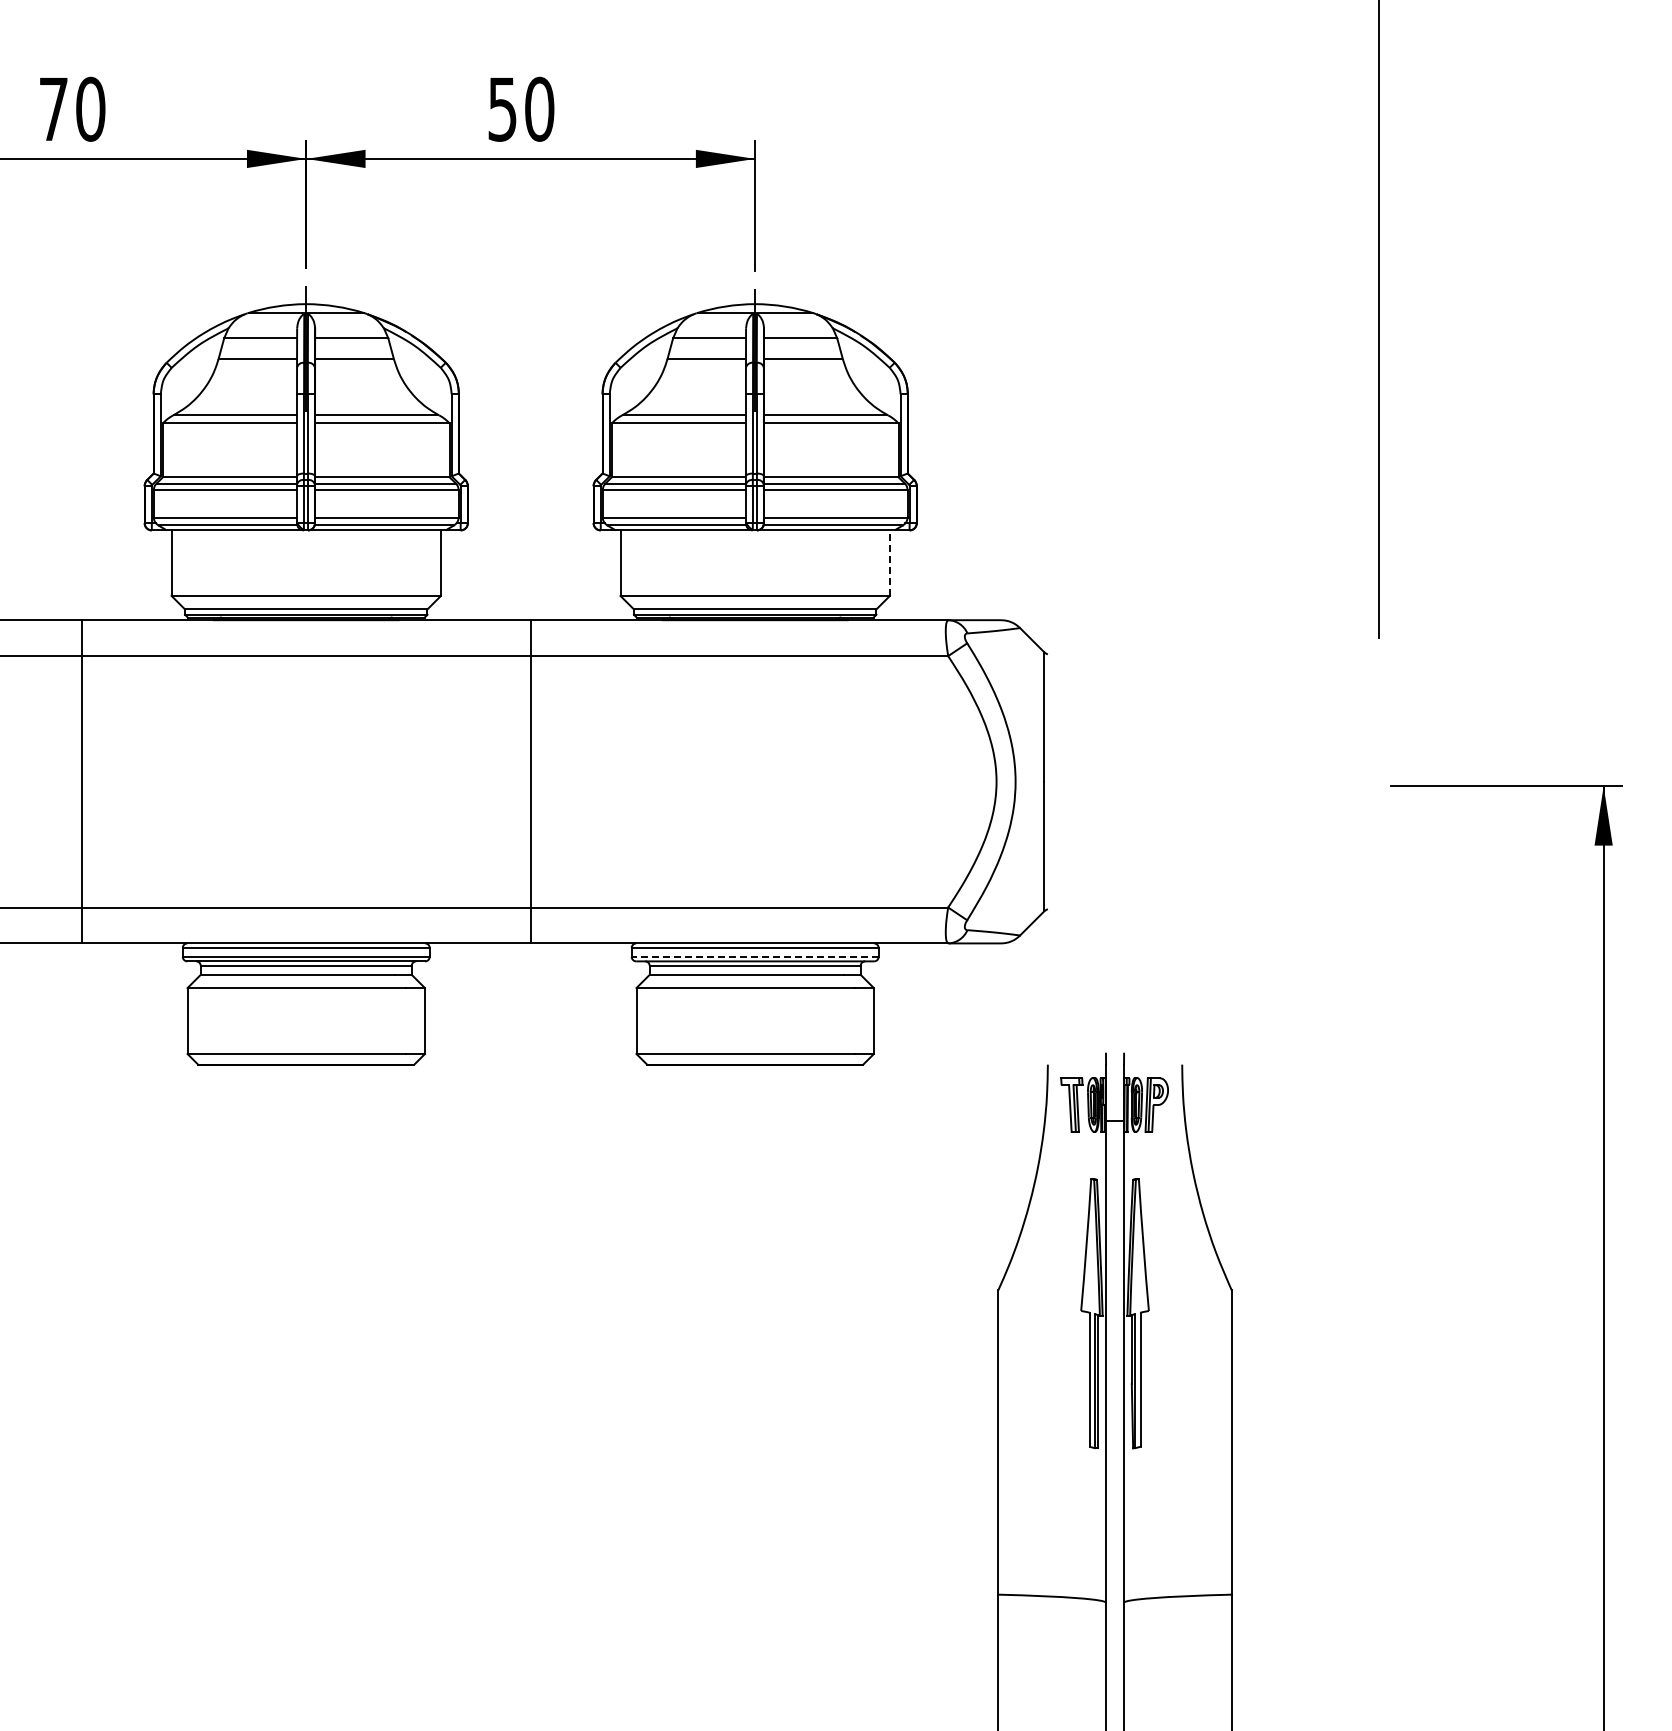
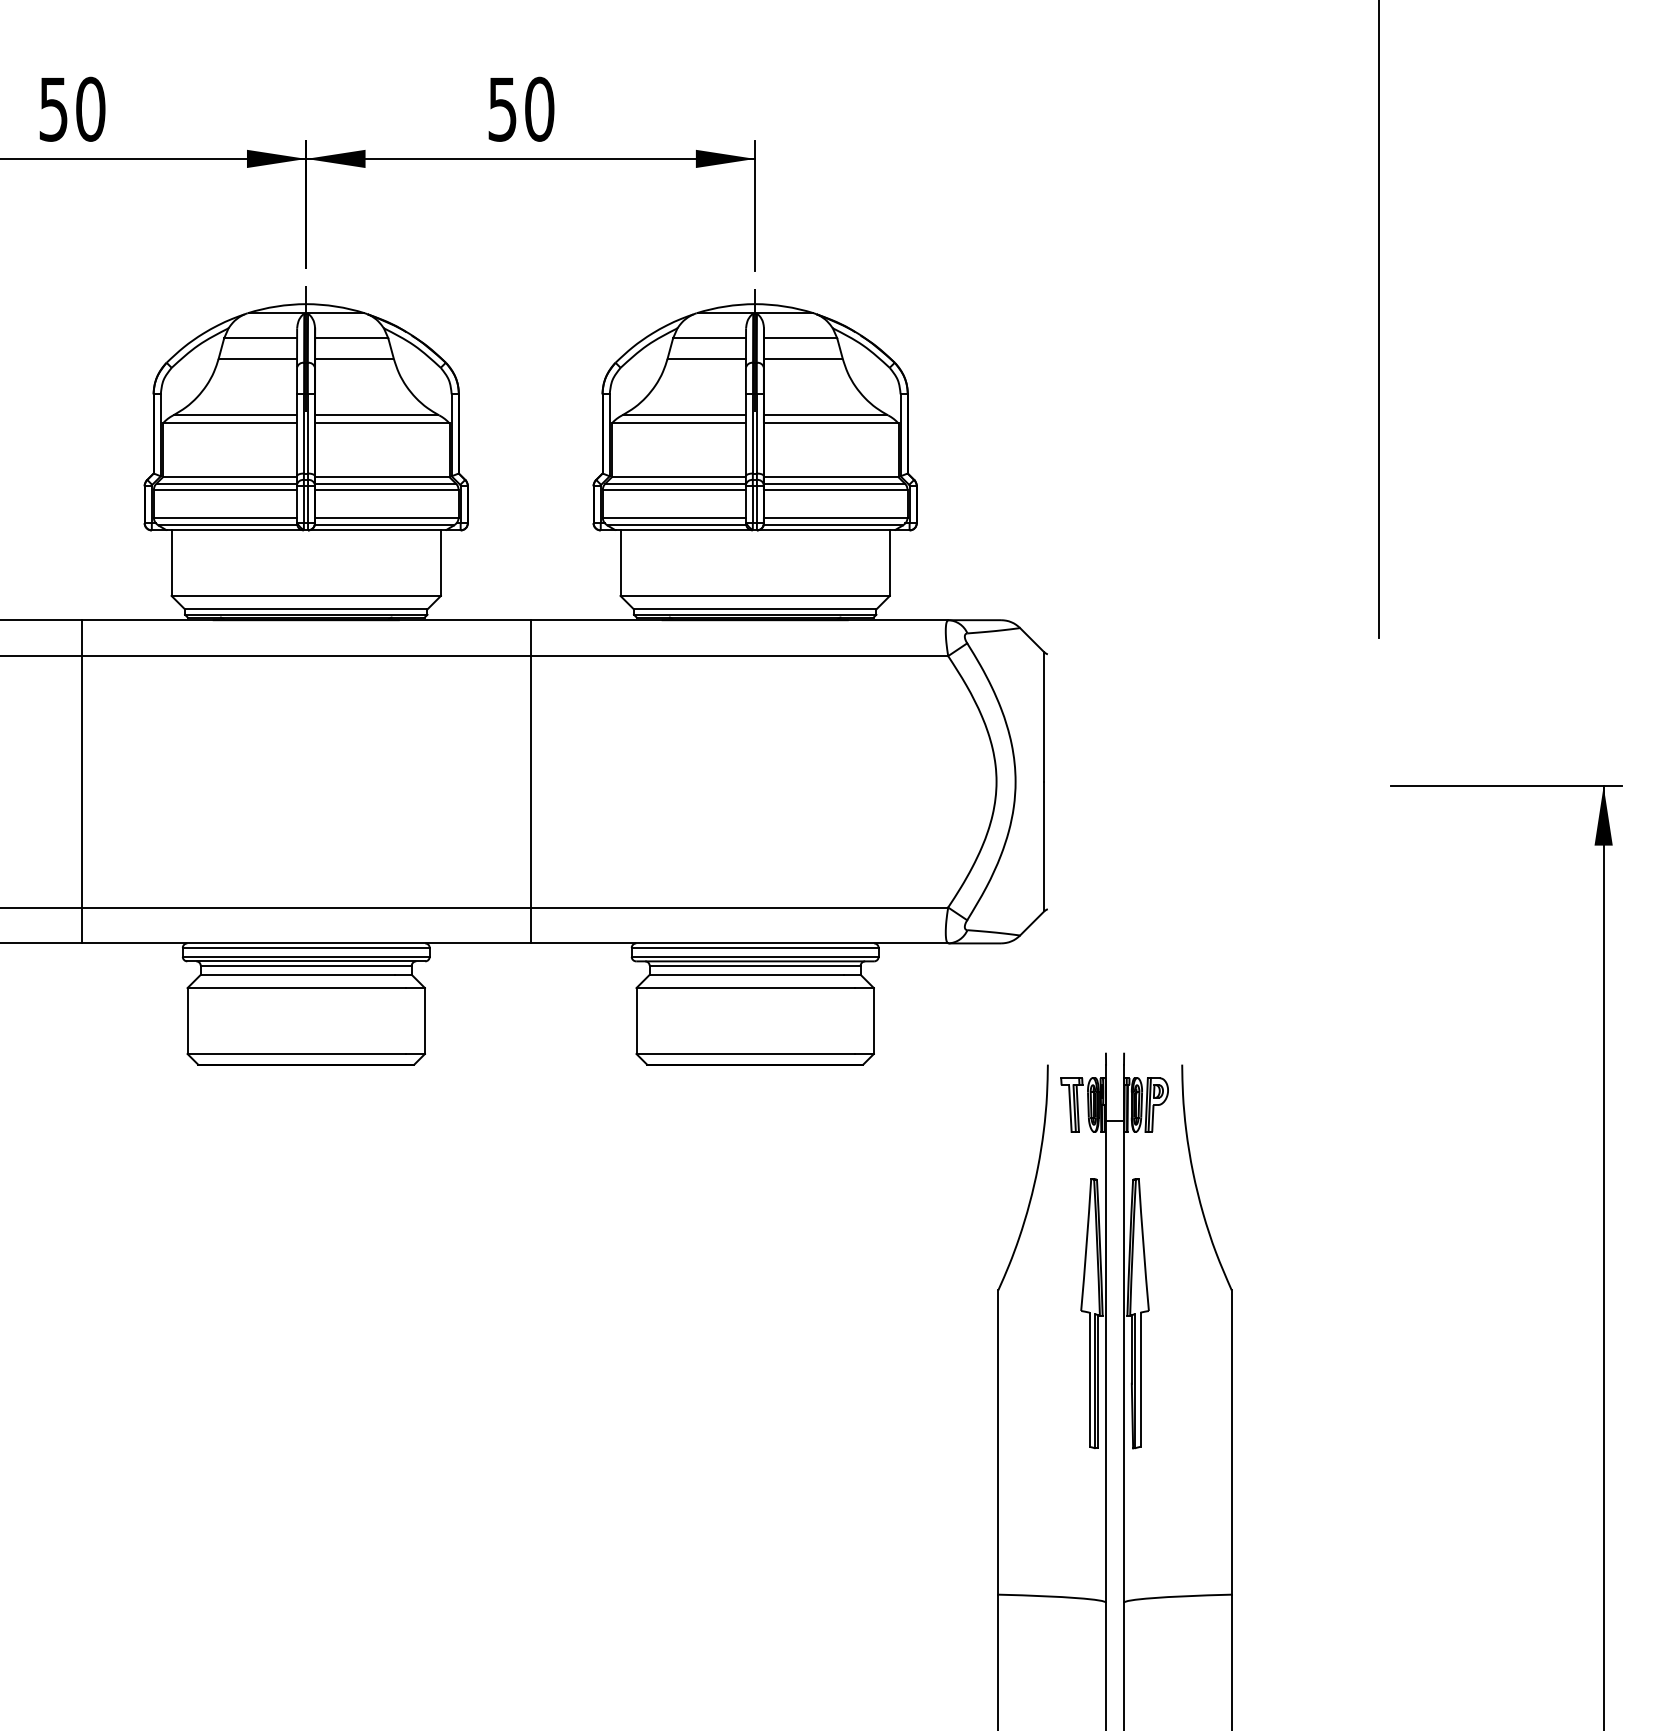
text at (53, 109): 70 -> 50
line at (889, 563): dashed -> solid
line at (754, 956): dashed -> solid
